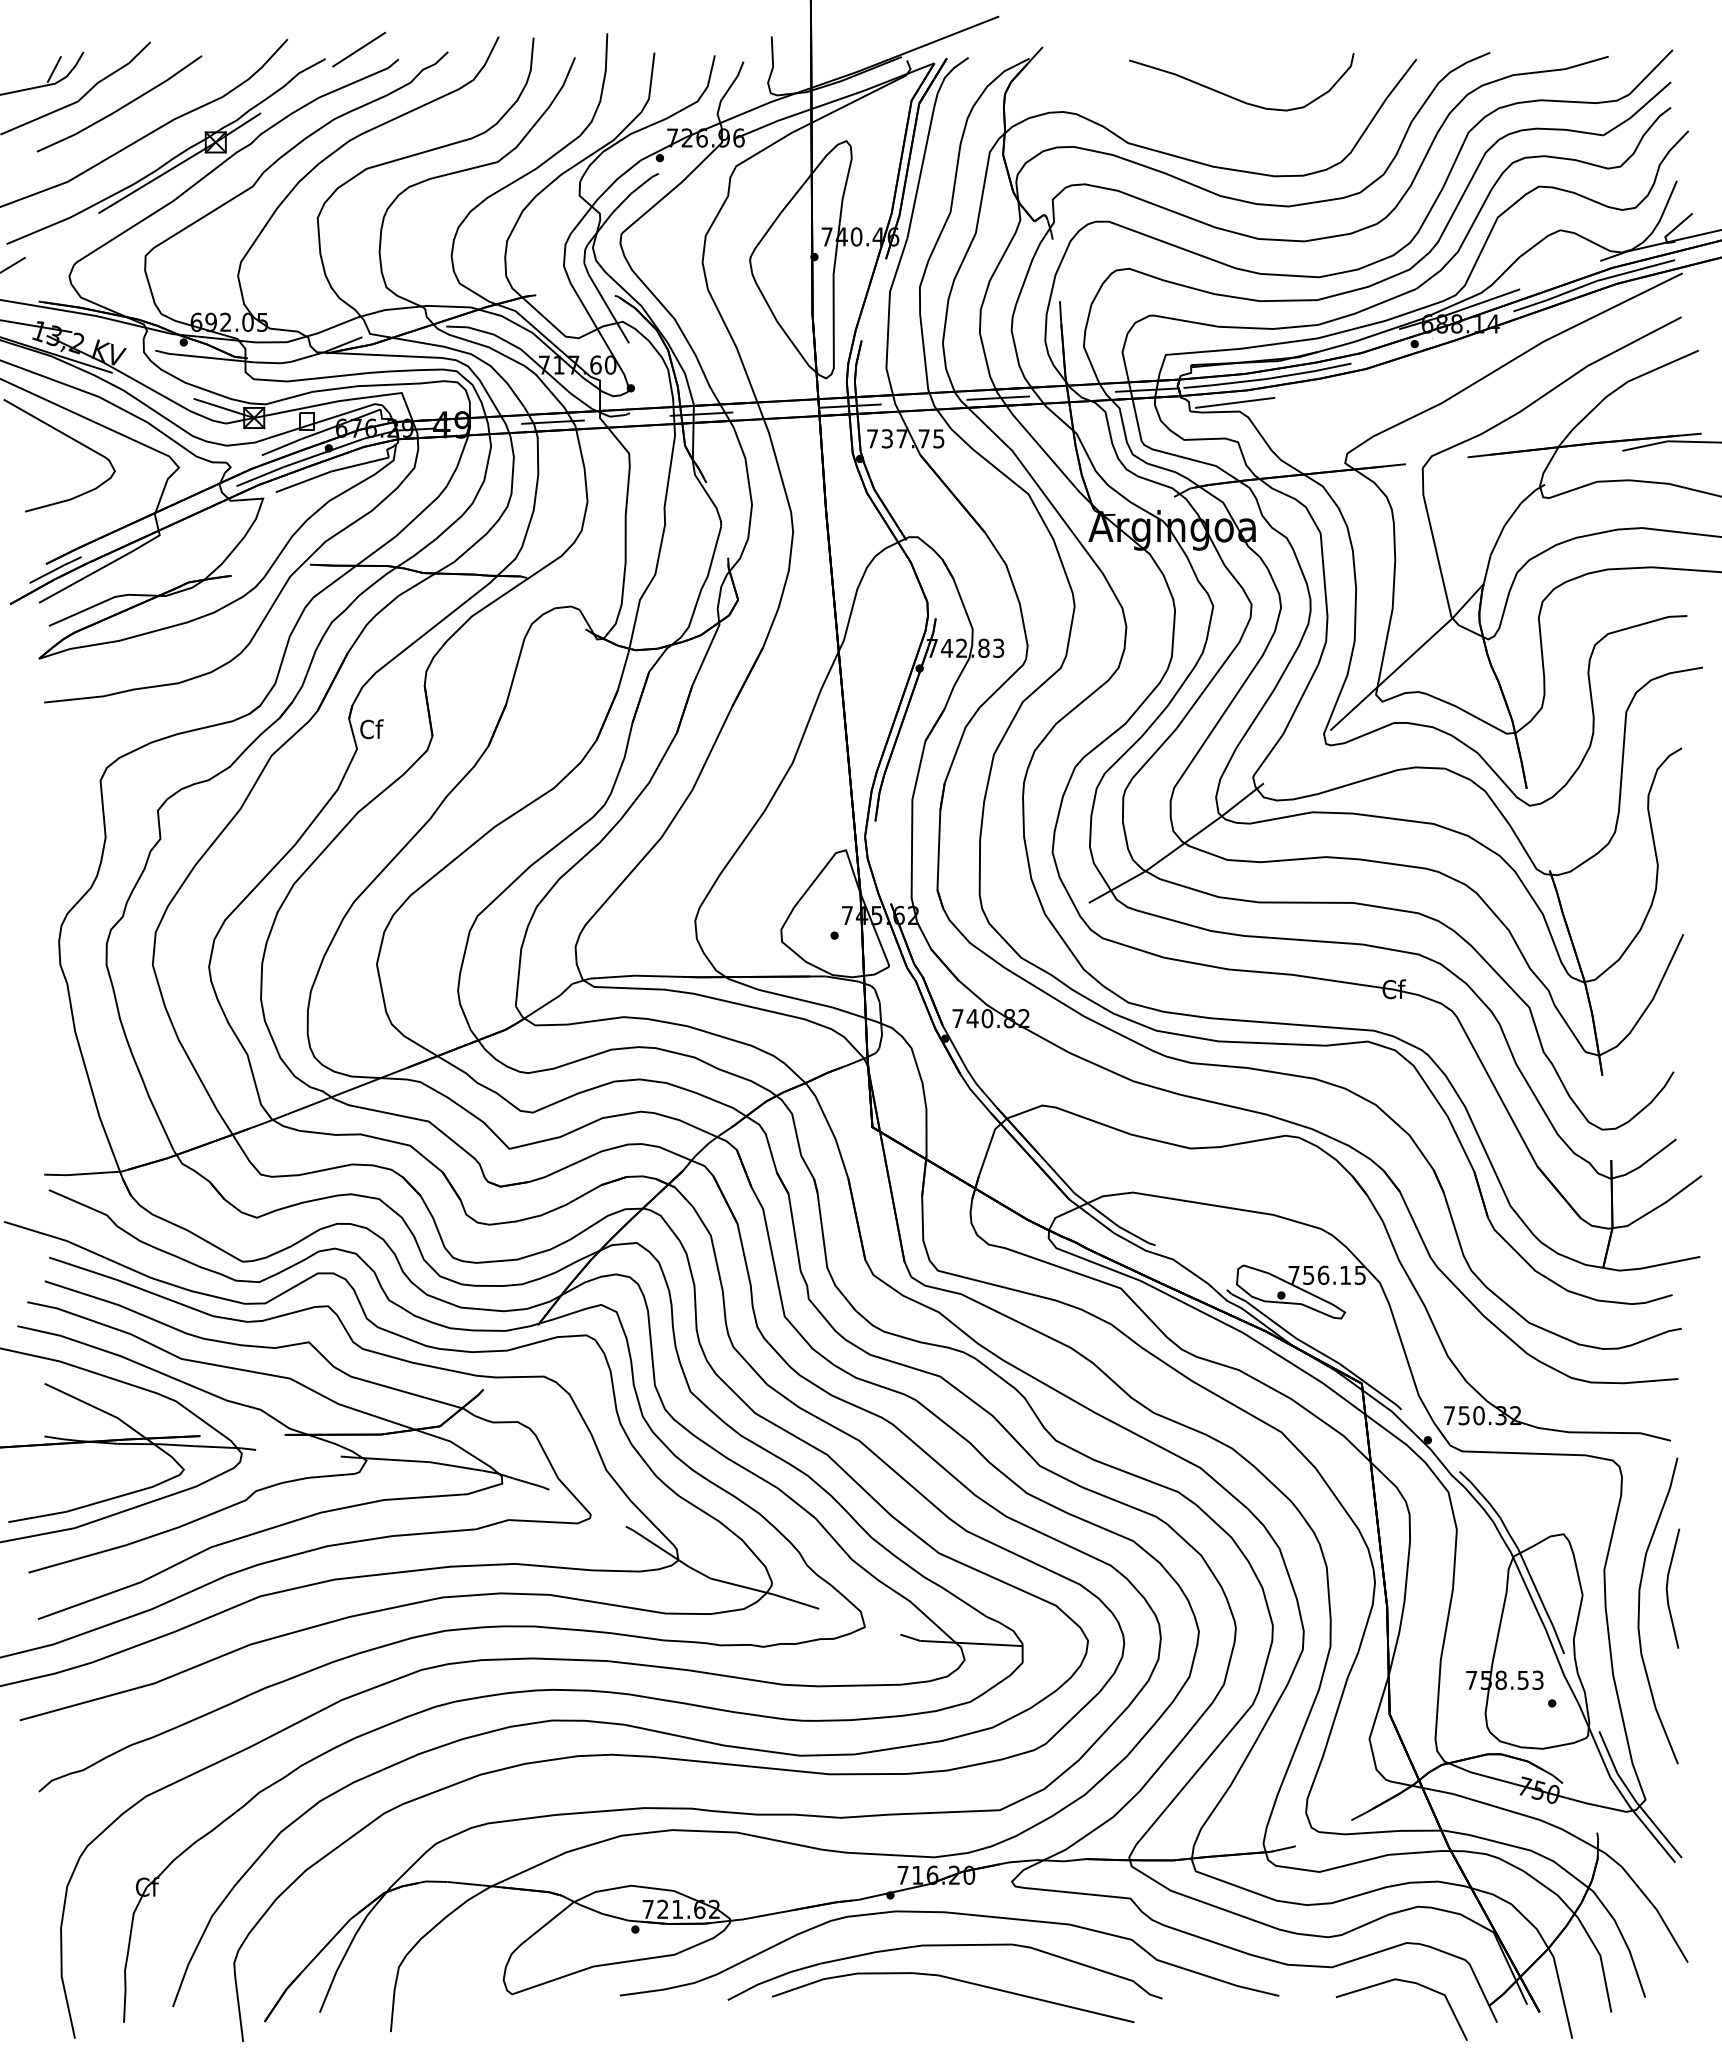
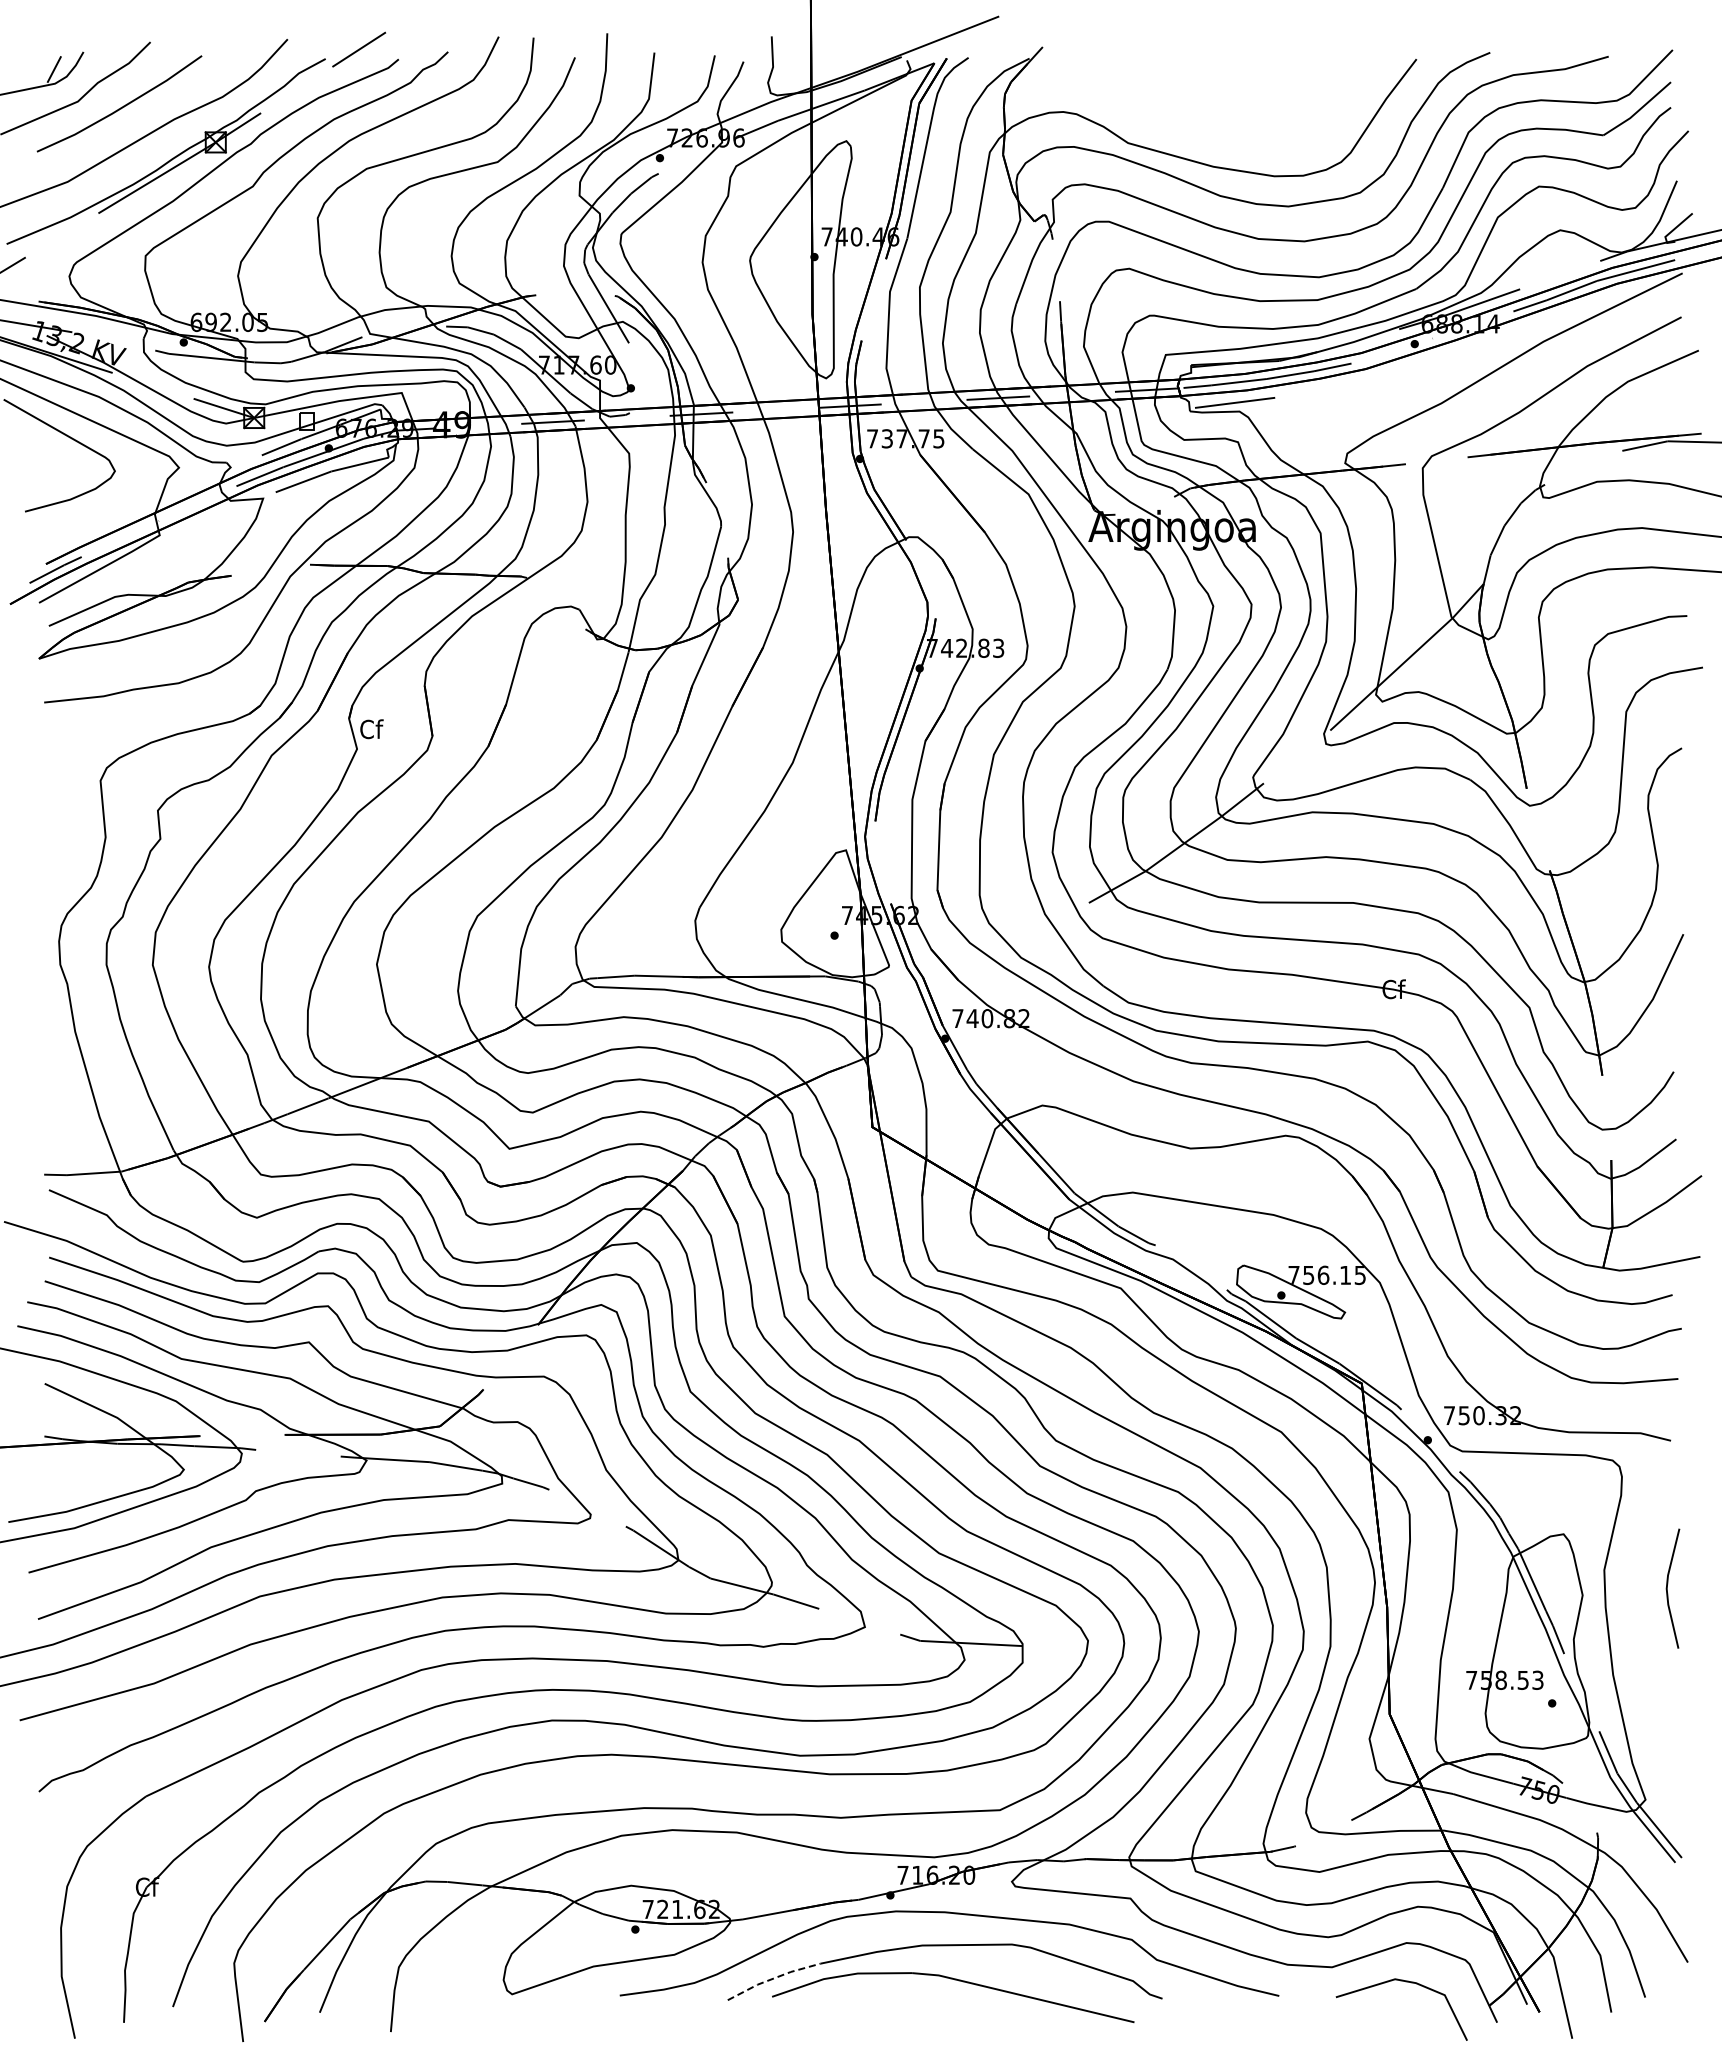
curve at (1235, 97): present -> none
curve at (1639, 1610): present -> none
line at (773, 1978): solid -> dashed
